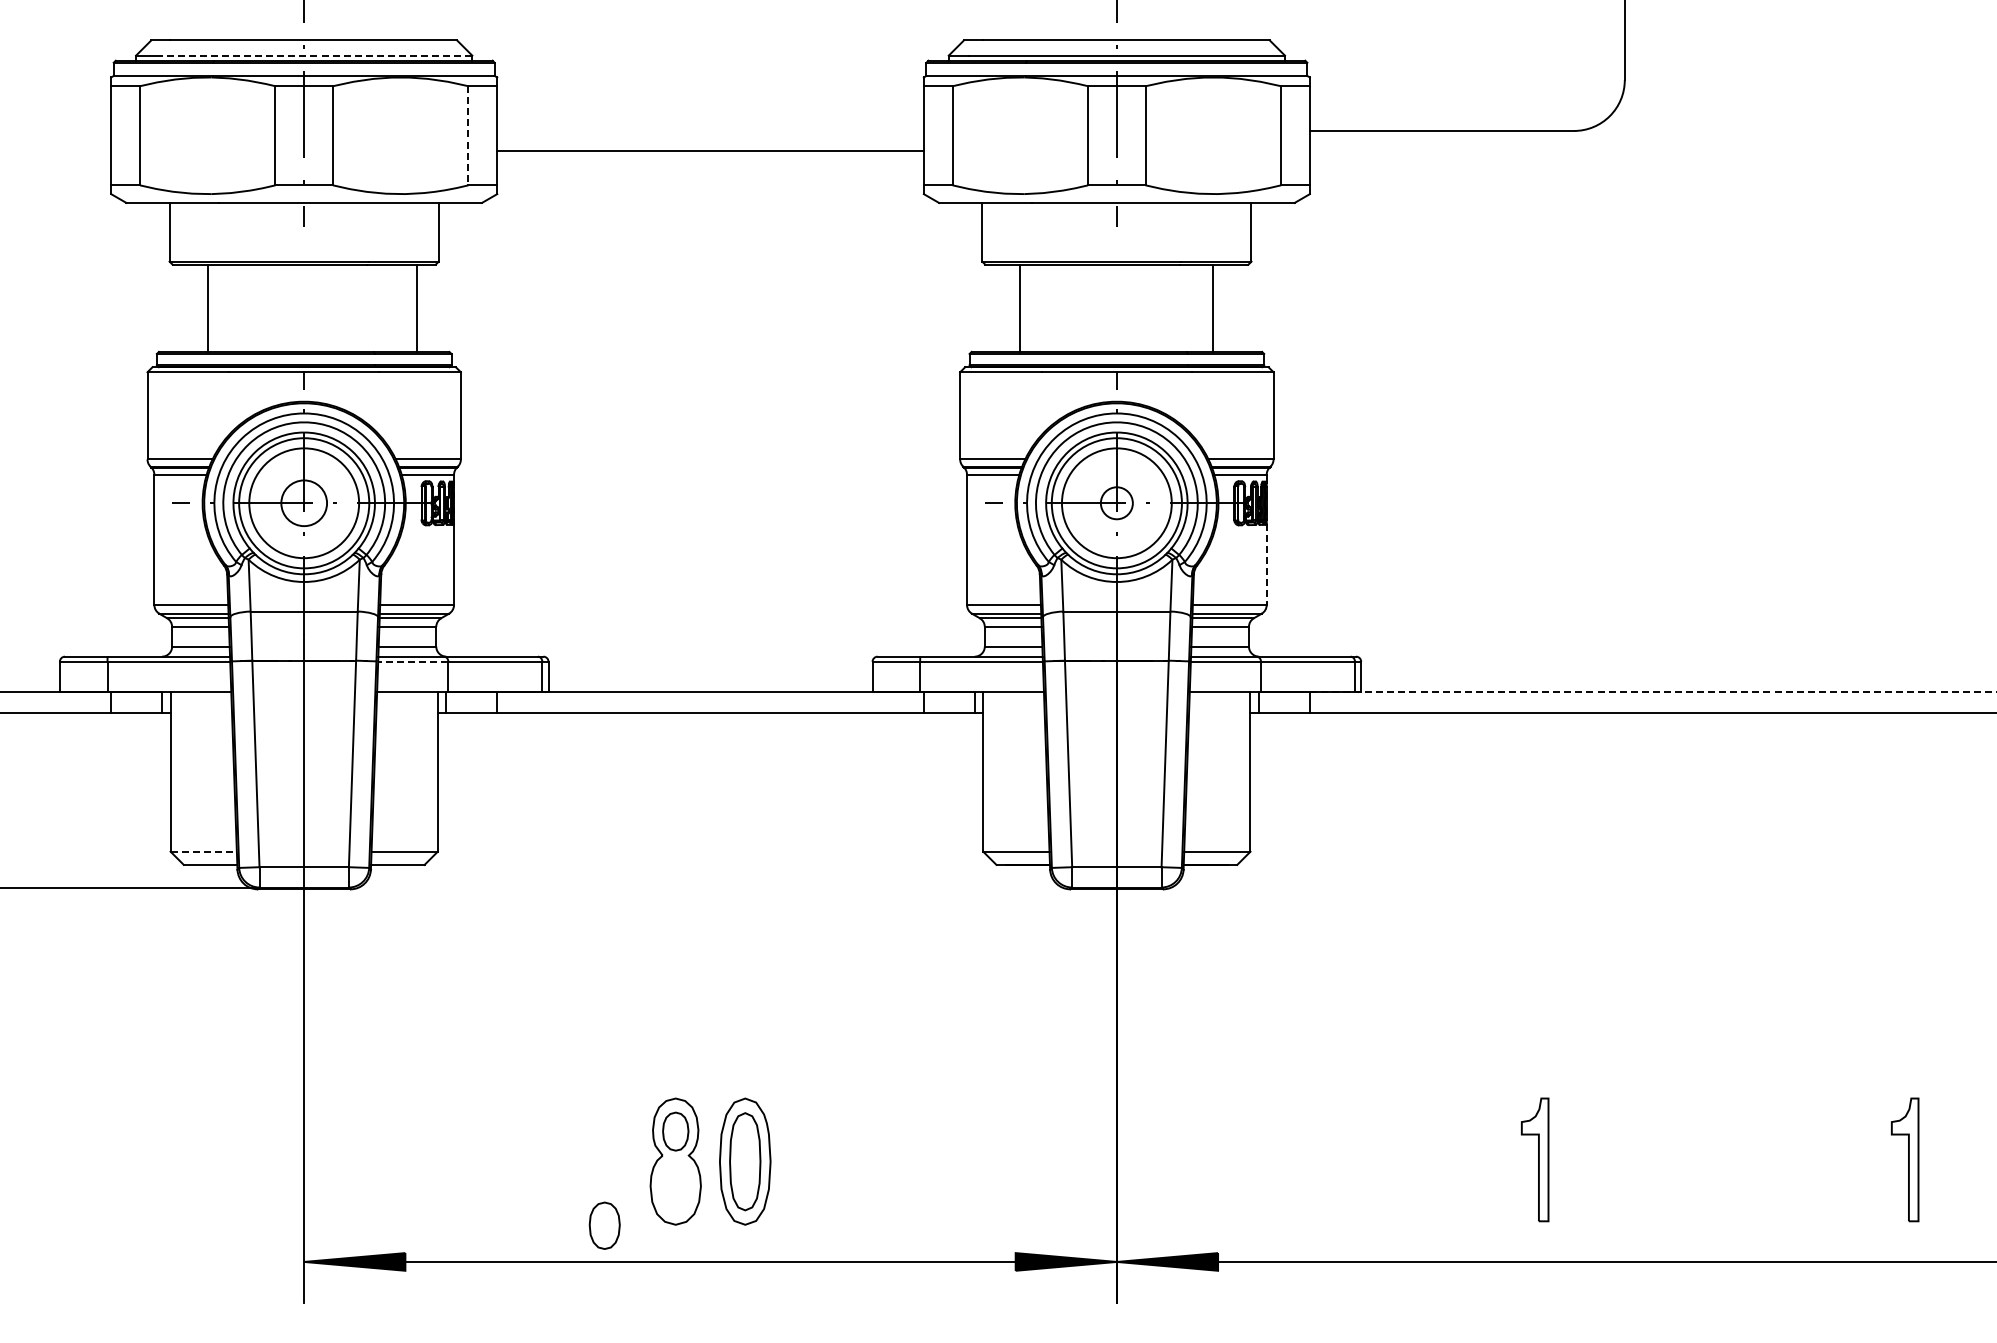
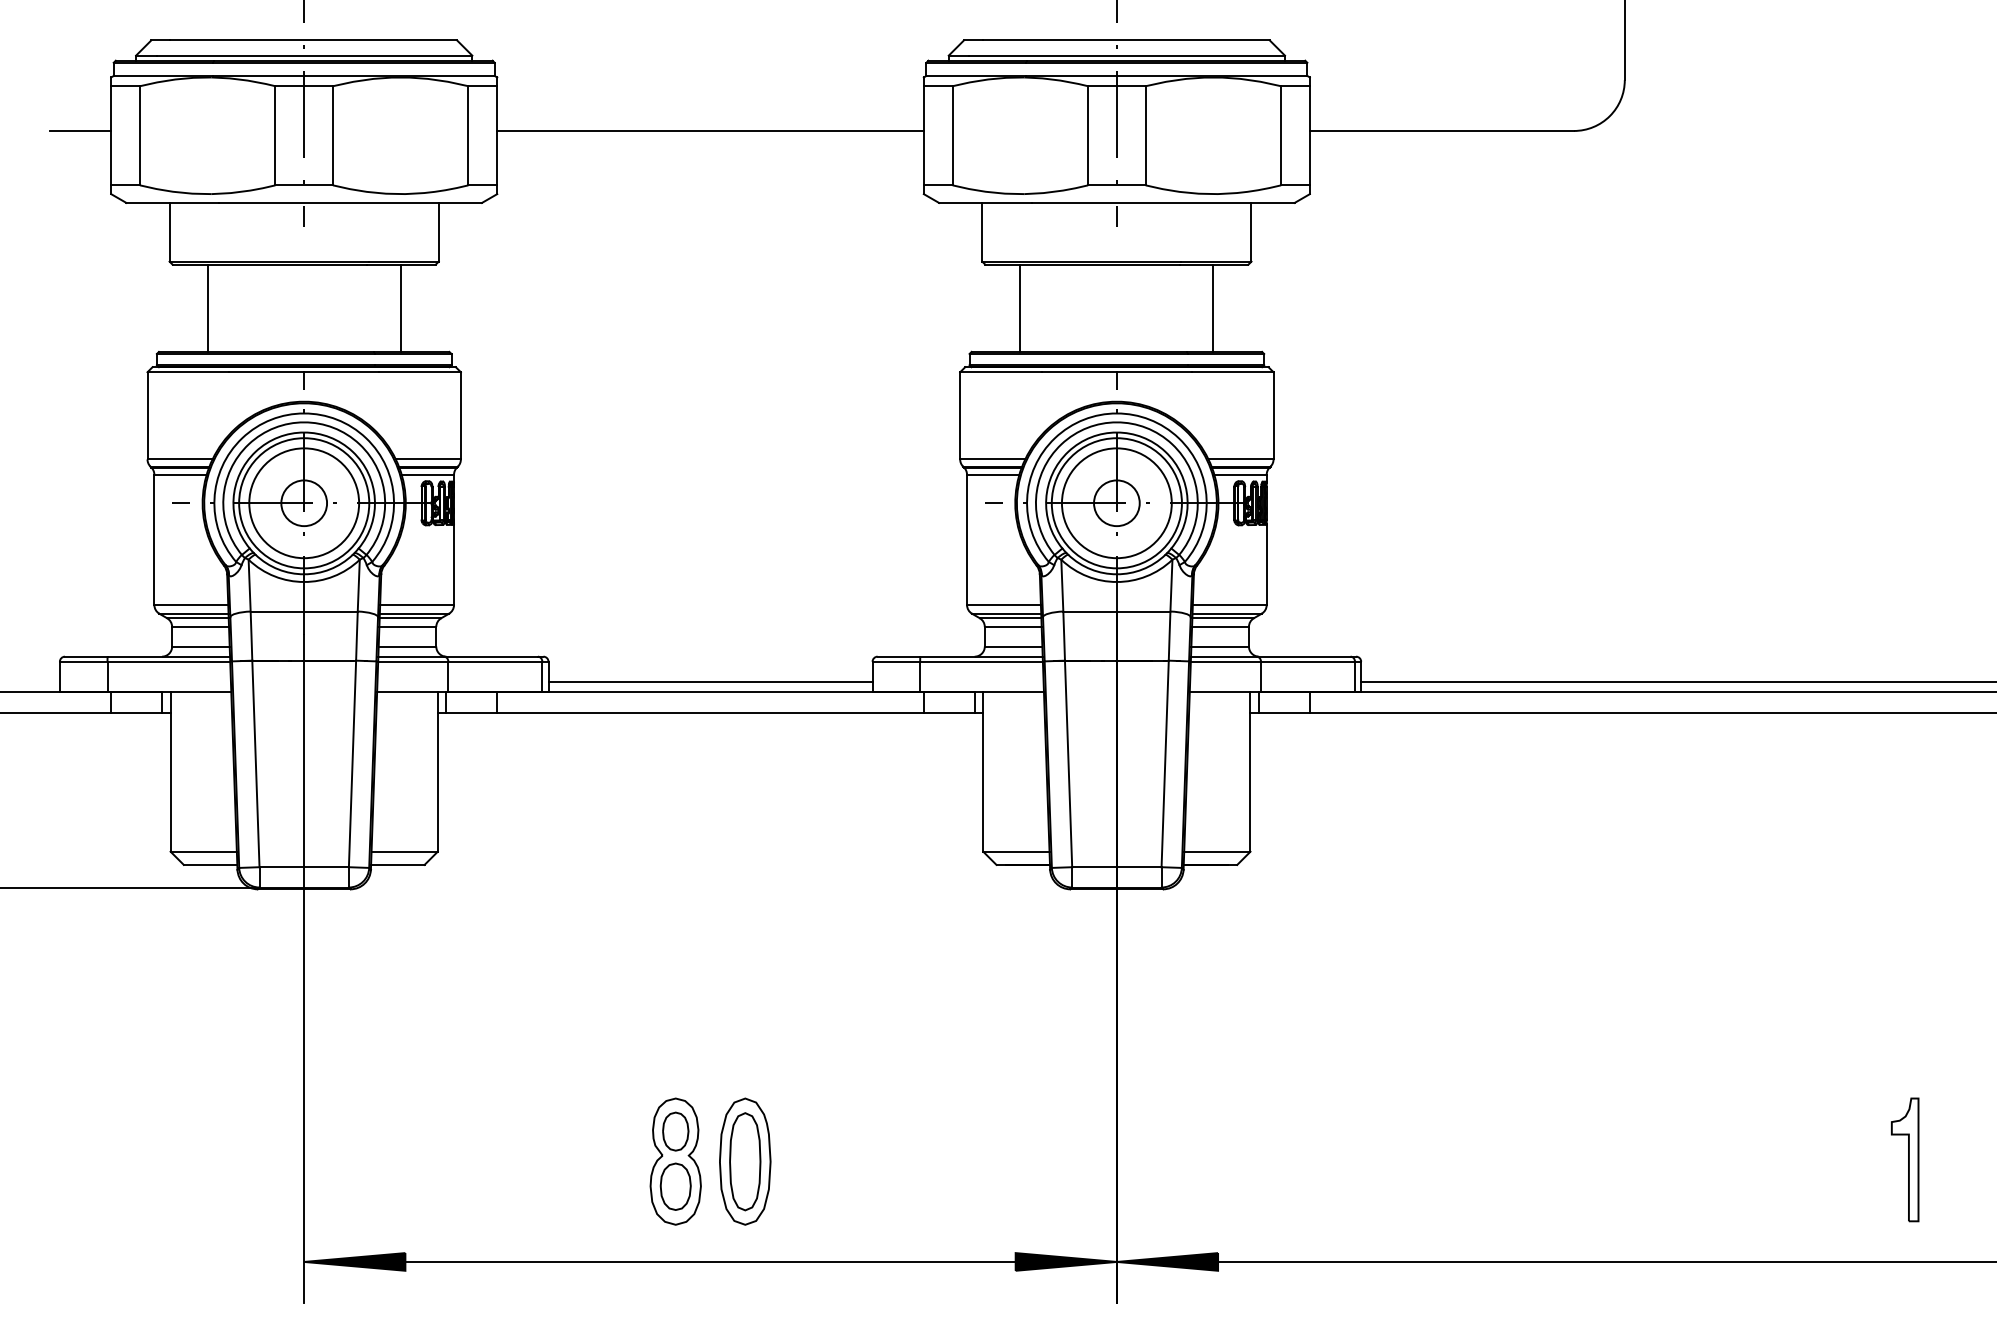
line at (314, 55): dashed -> solid
line at (80, 130): none -> present
line at (468, 135): dashed -> solid
line at (710, 150) position: (710, 150) -> (710, 130)
line at (416, 307) position: (416, 307) -> (400, 307)
circle at (1116, 503) diameter: 32 px -> 46 px
line at (1266, 564): dashed -> solid
line at (412, 661): dashed -> solid
line at (710, 682): none -> present
line at (1677, 682): none -> present
line at (1653, 692): dashed -> solid
line at (204, 851): dashed -> solid
part at (1535, 1159): present -> none
part at (604, 1225) position: (604, 1225) -> (675, 1186)
